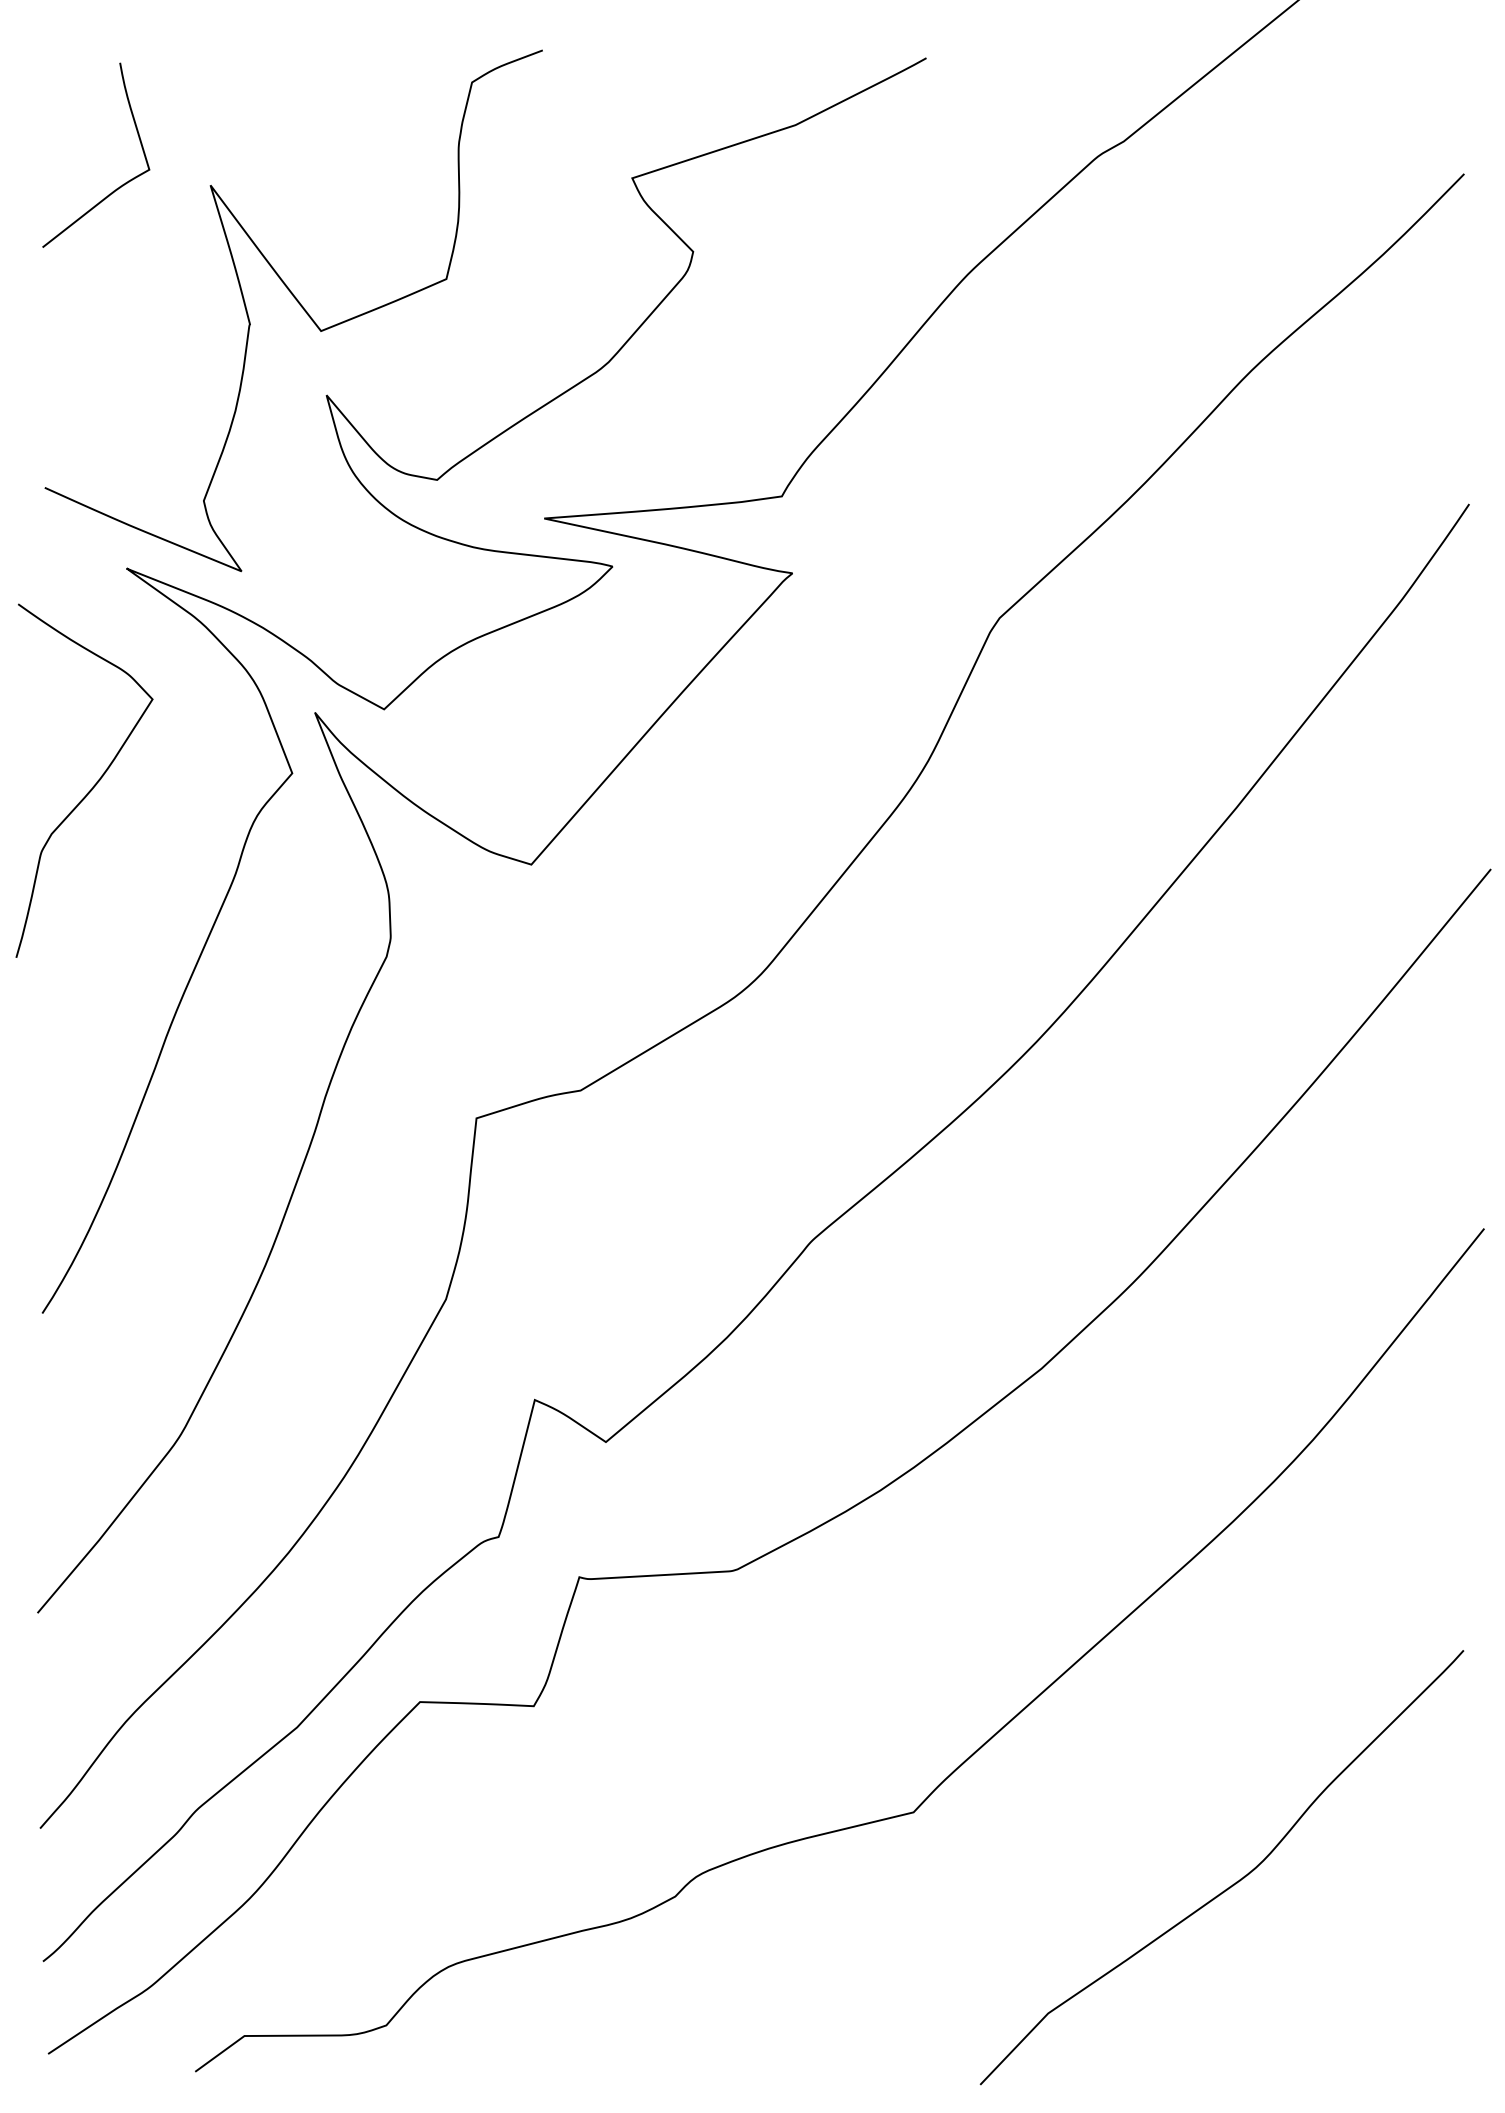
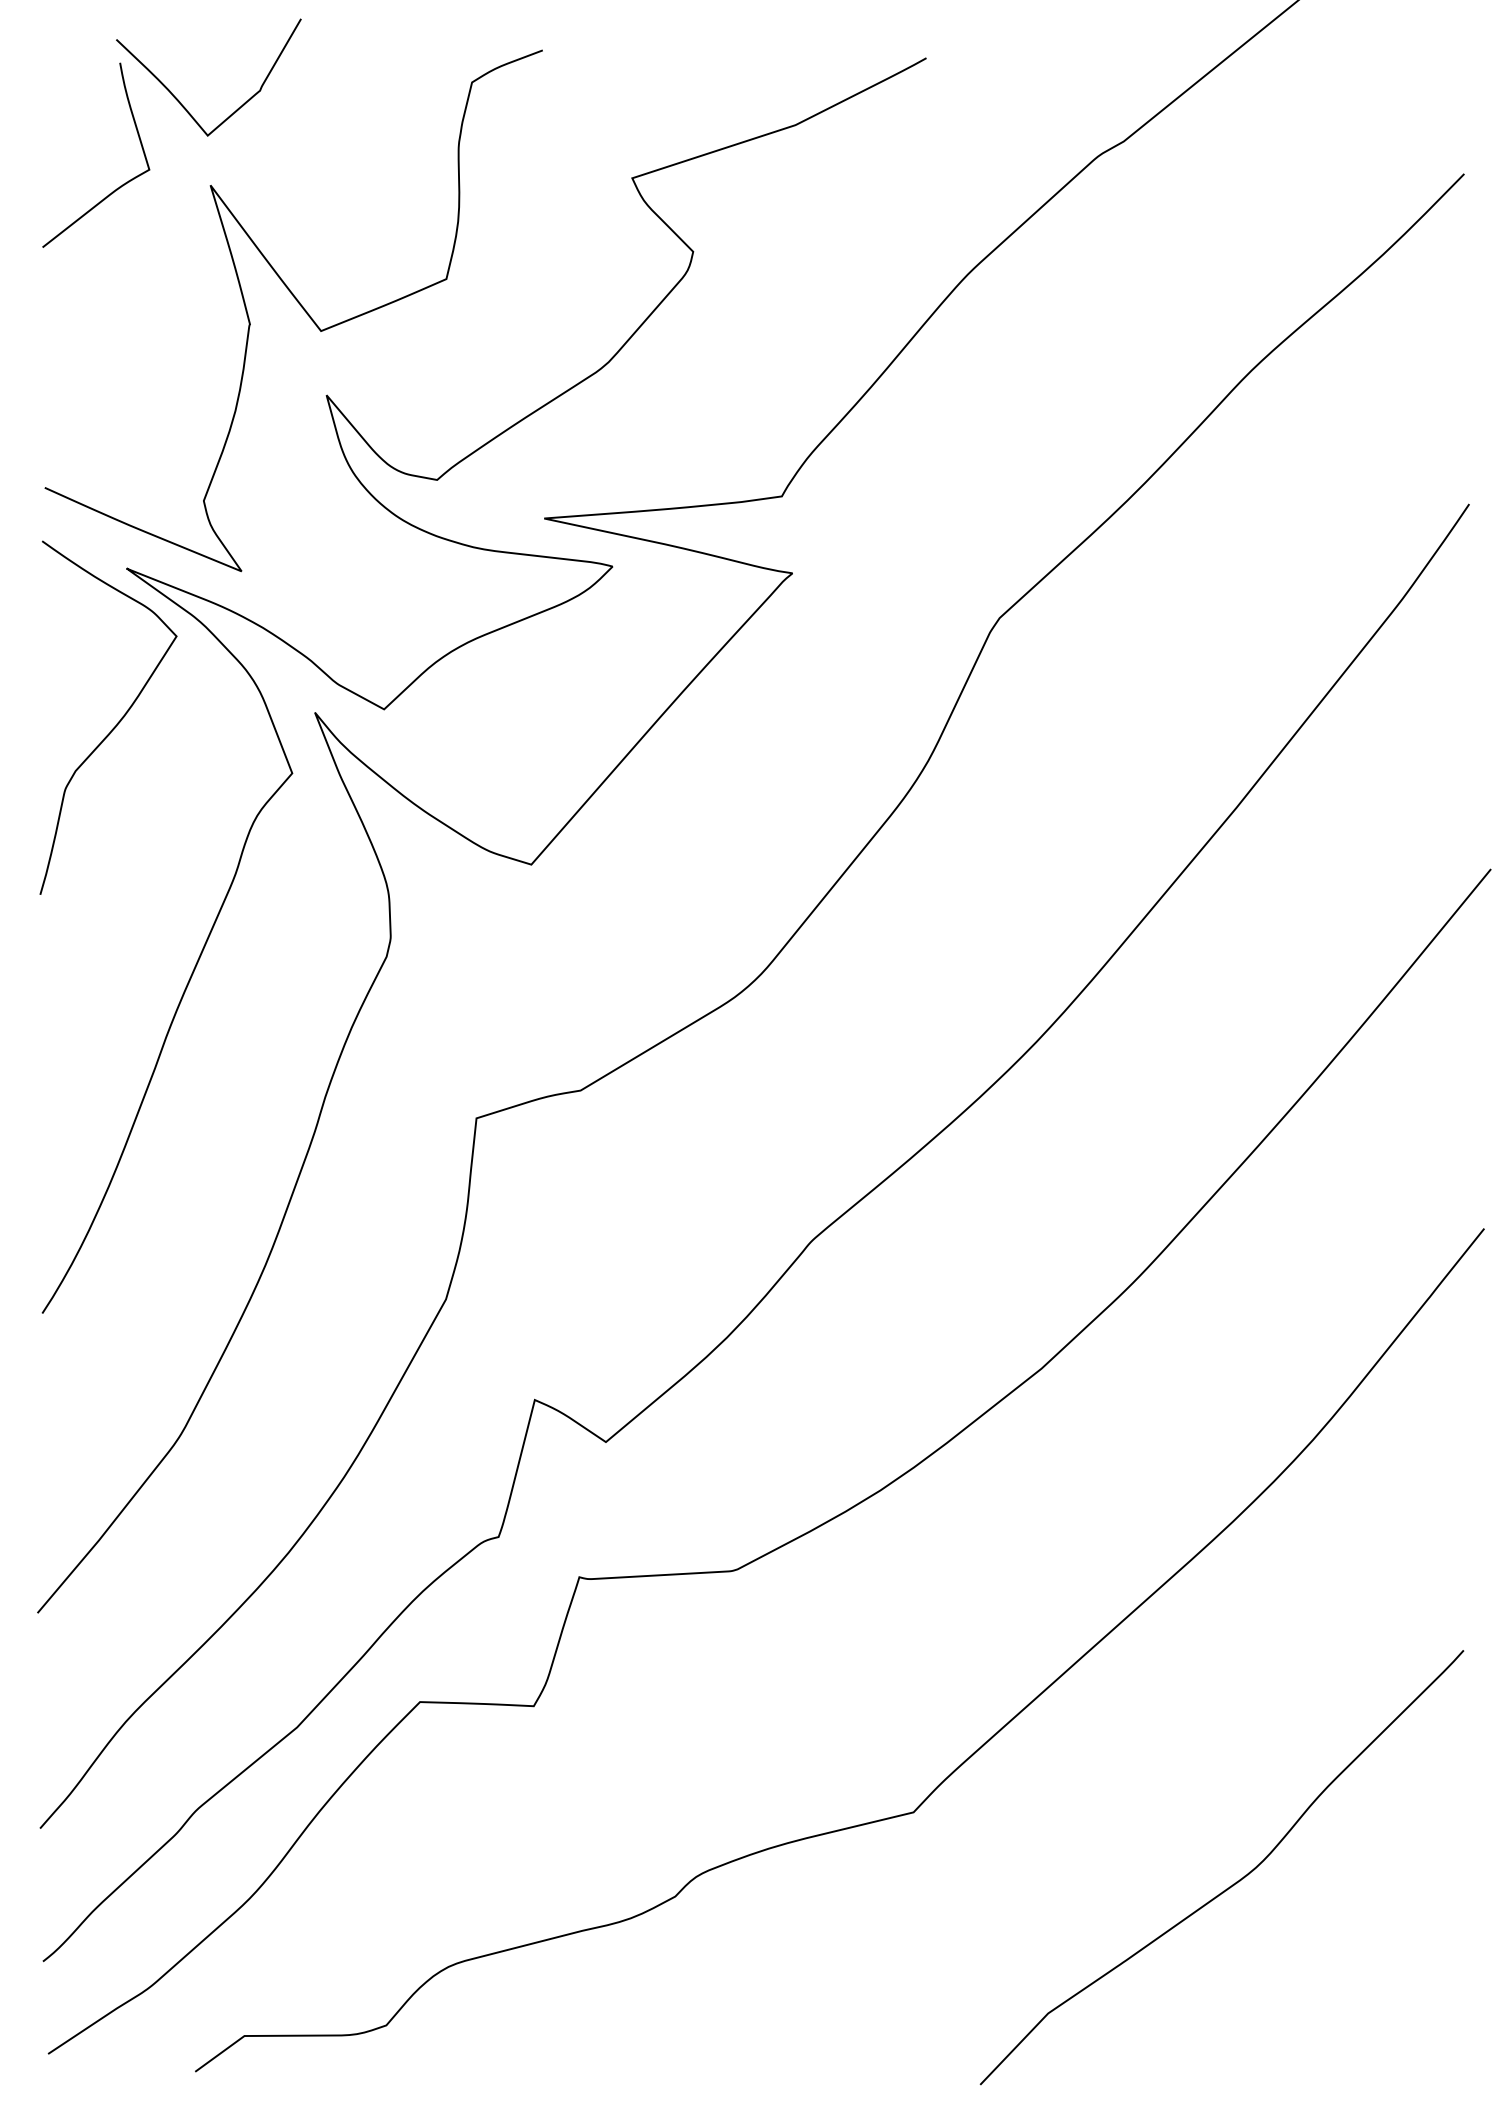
curve at (180, 101): none -> present
curve at (93, 785) position: (93, 785) -> (117, 722)
